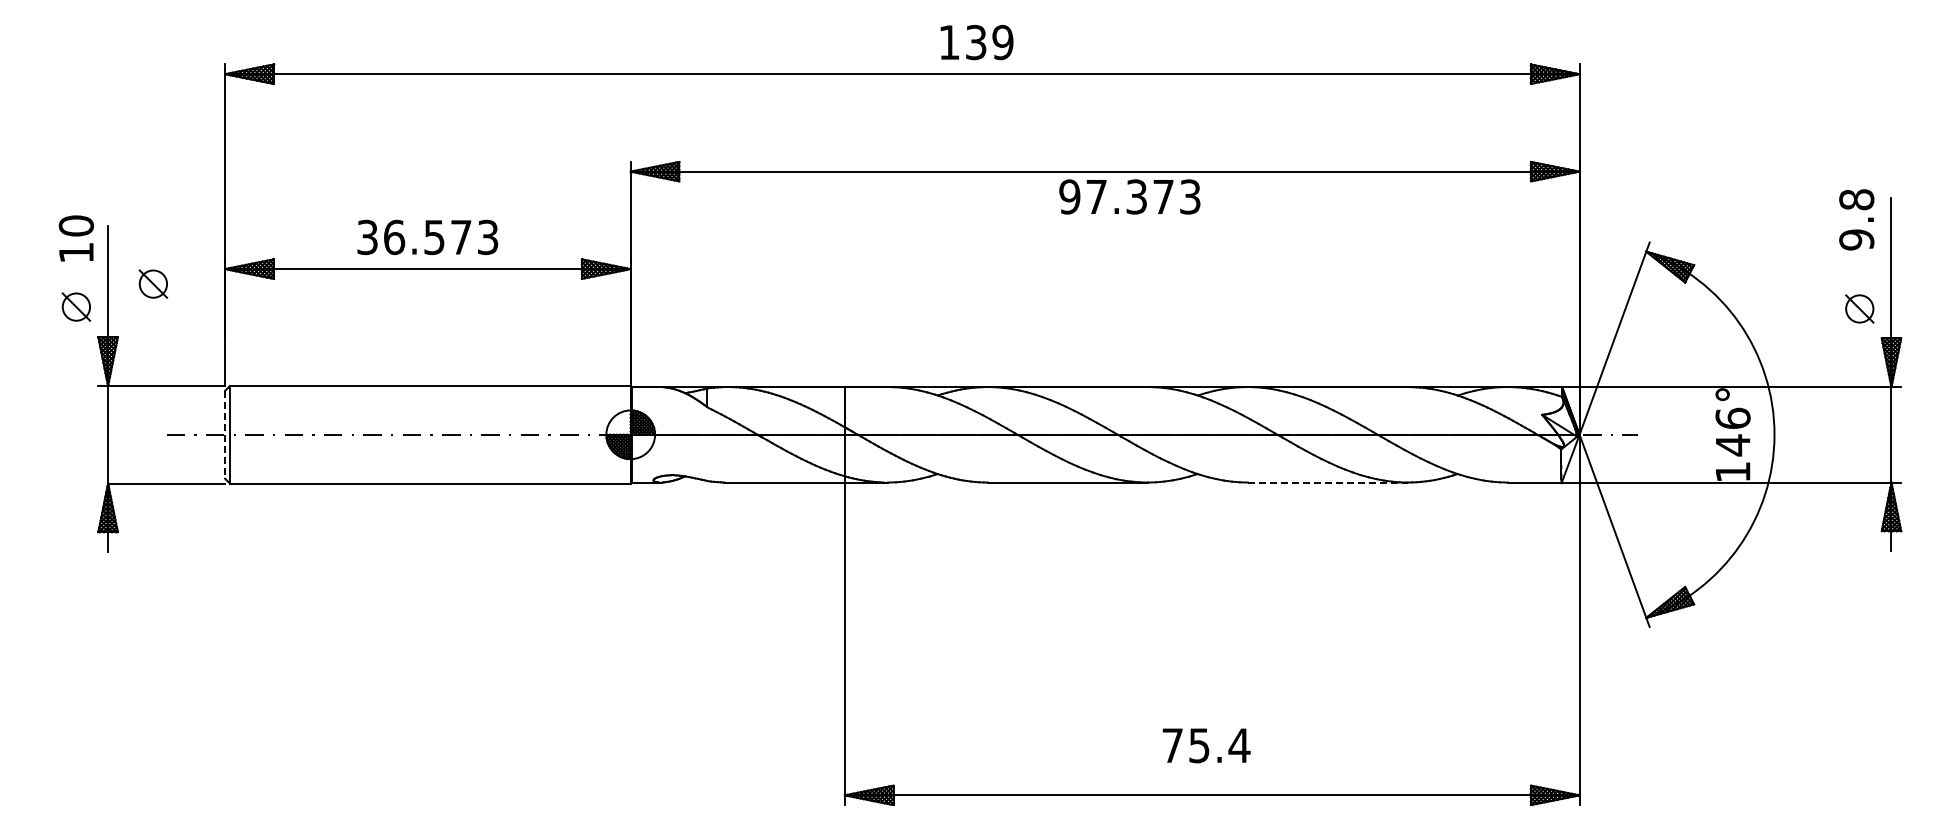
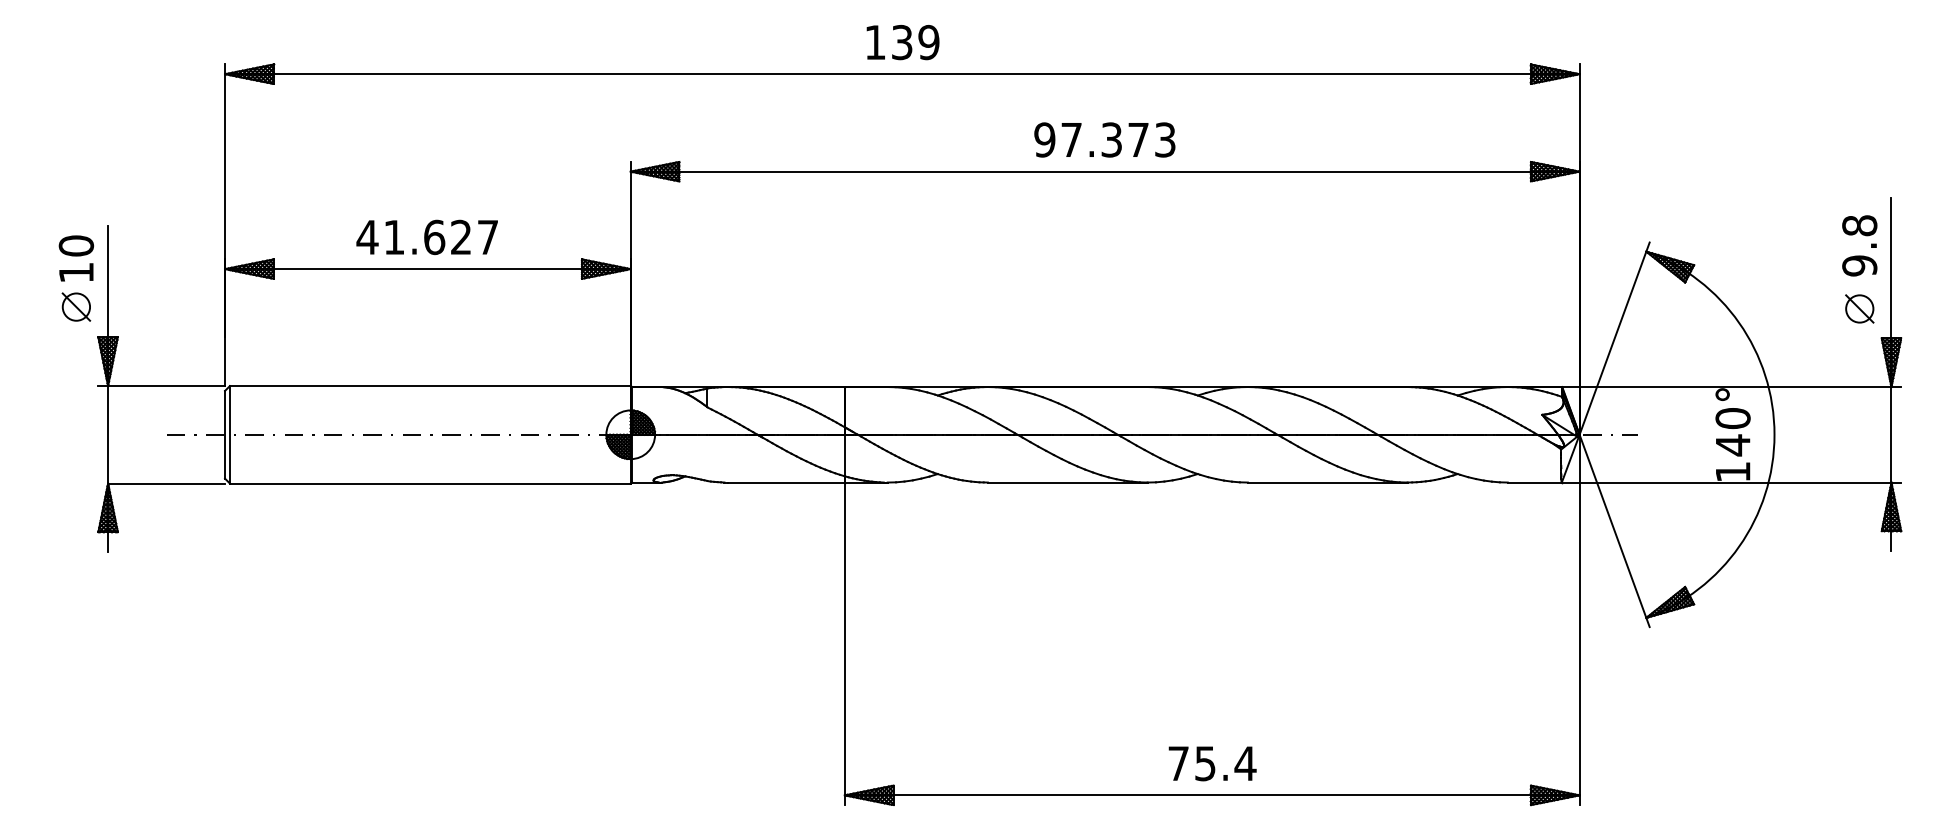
text at (976, 42) position: (976, 42) -> (902, 42)
text at (1129, 196) position: (1129, 196) -> (1104, 139)
text at (1856, 219) position: (1856, 219) -> (1859, 245)
text at (427, 237): 36.573 -> 41.627
text at (75, 238) position: (75, 238) -> (75, 258)
part at (153, 283): present -> none
text at (1732, 418): 146° -> 140°
line at (225, 434): dashed -> solid
line at (1327, 482): dashed -> solid
text at (1206, 745) position: (1206, 745) -> (1212, 763)
